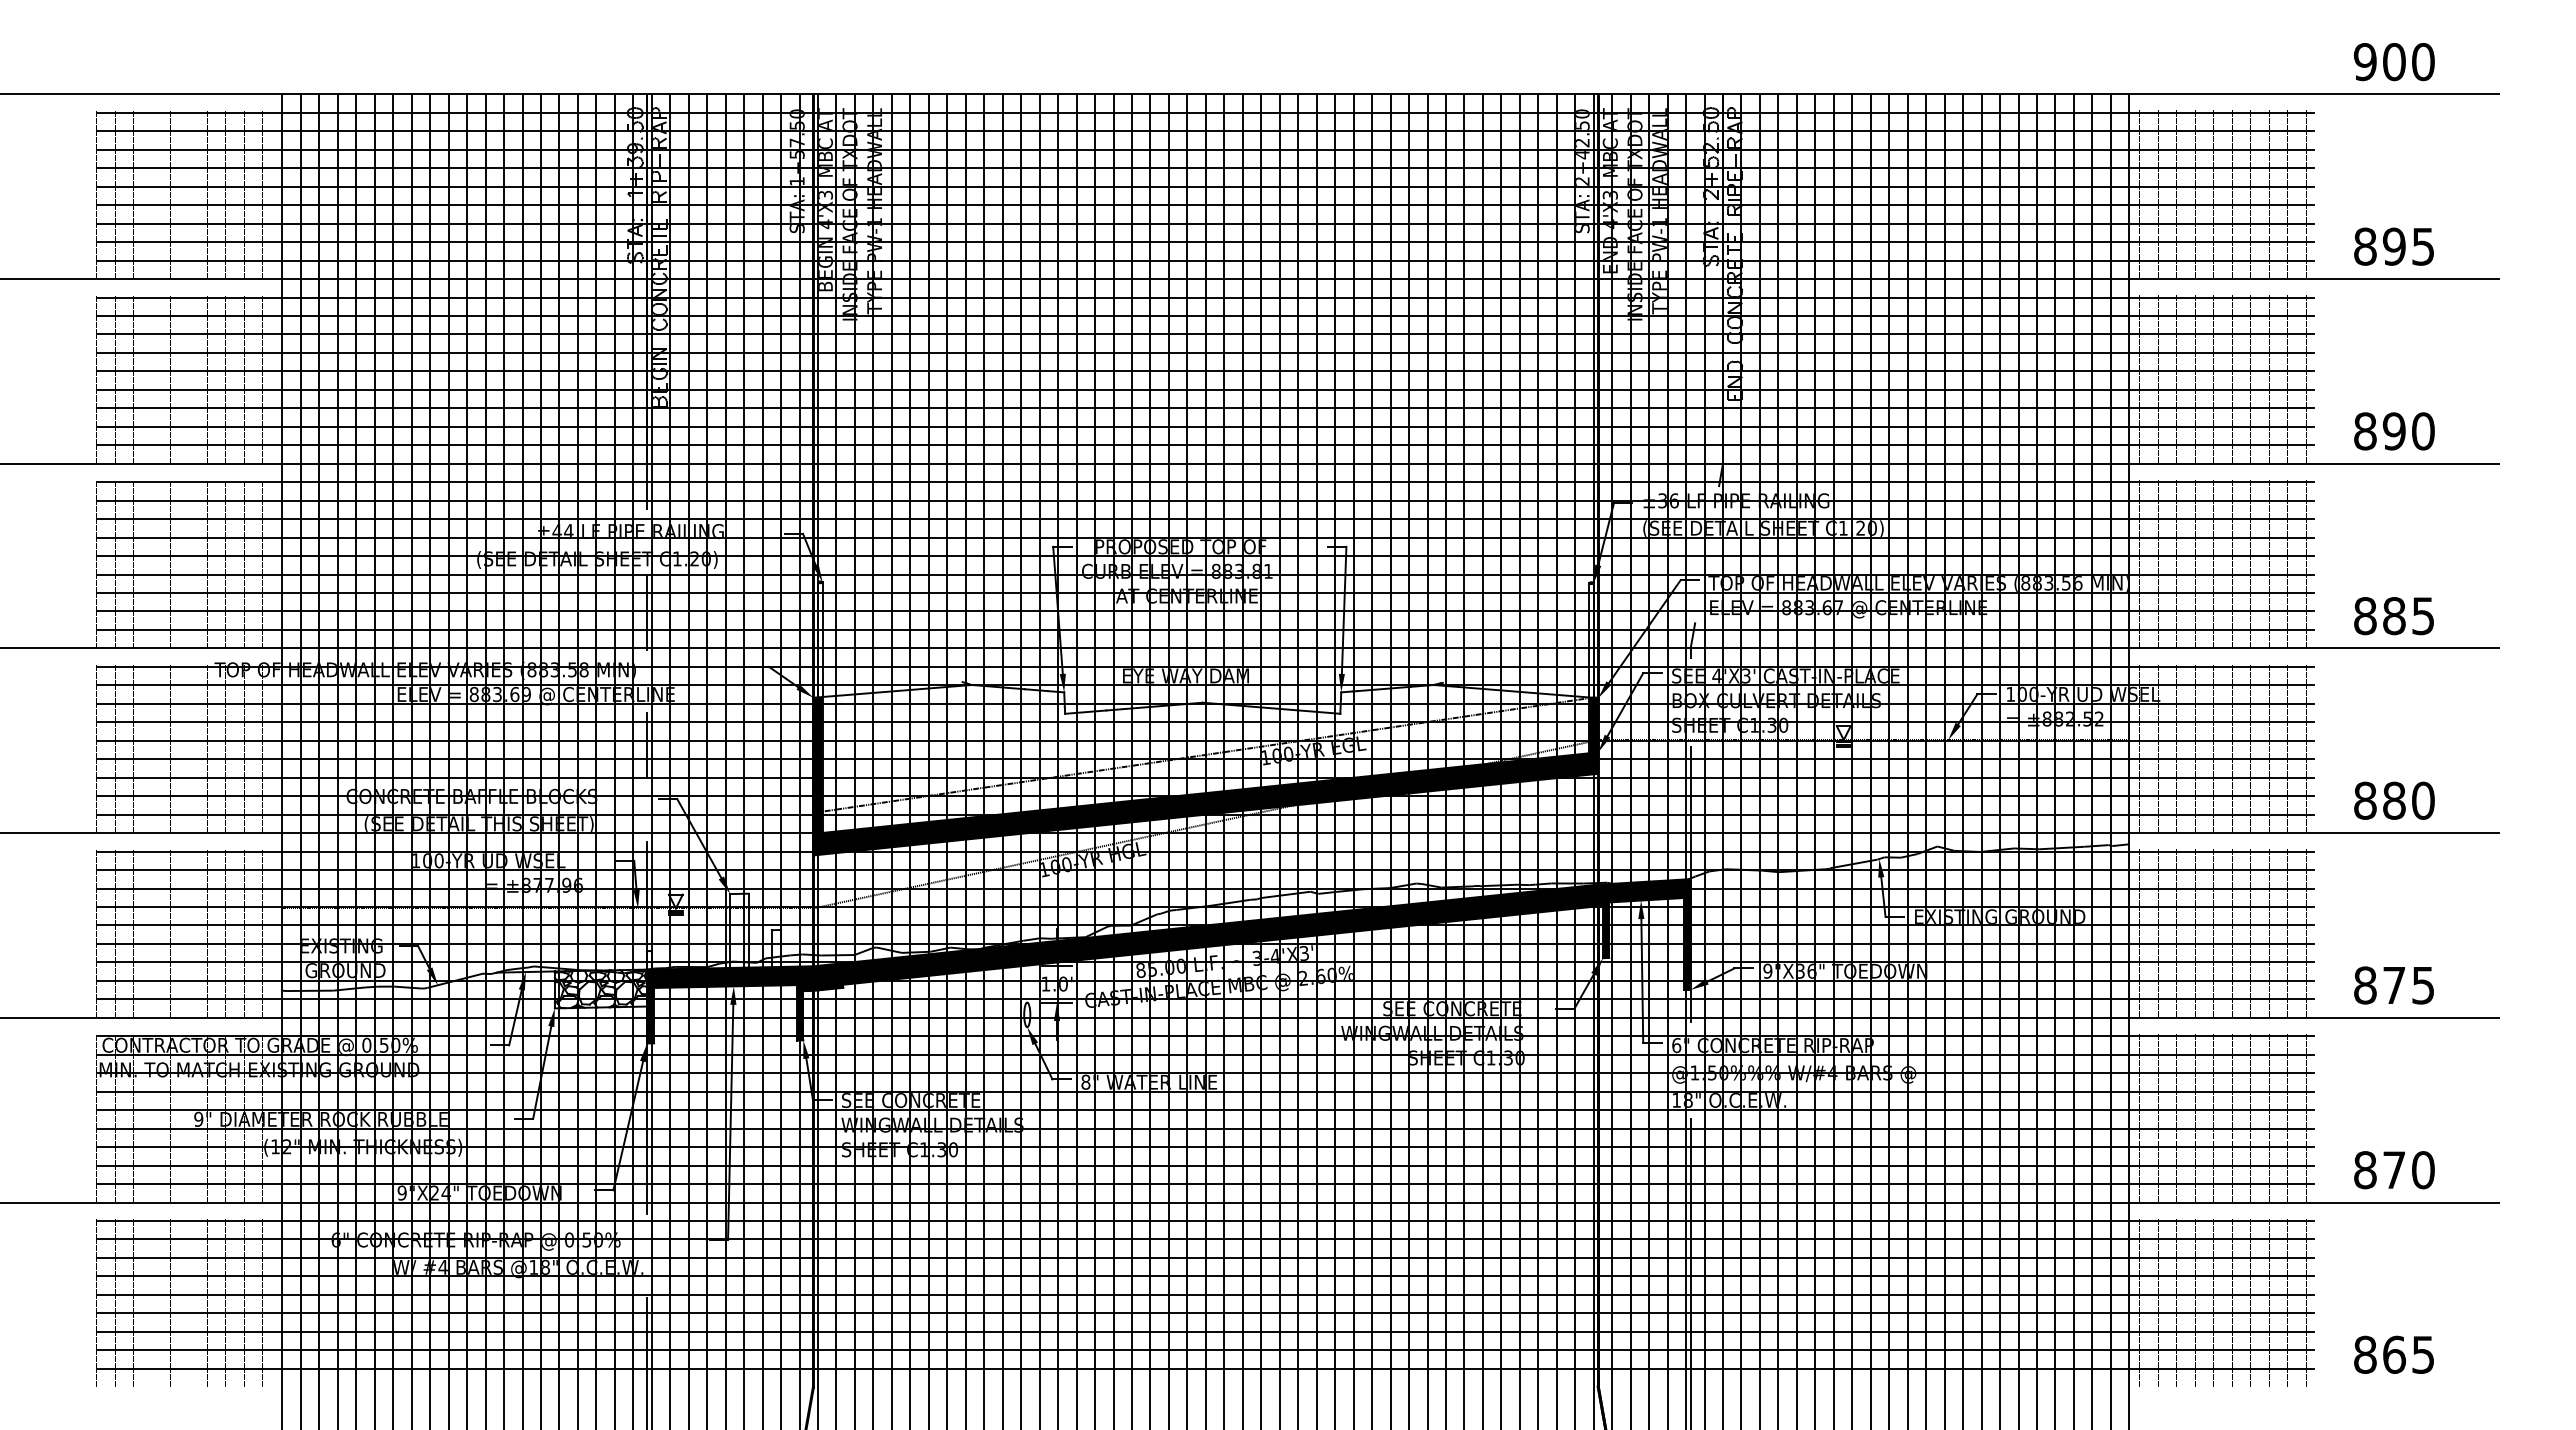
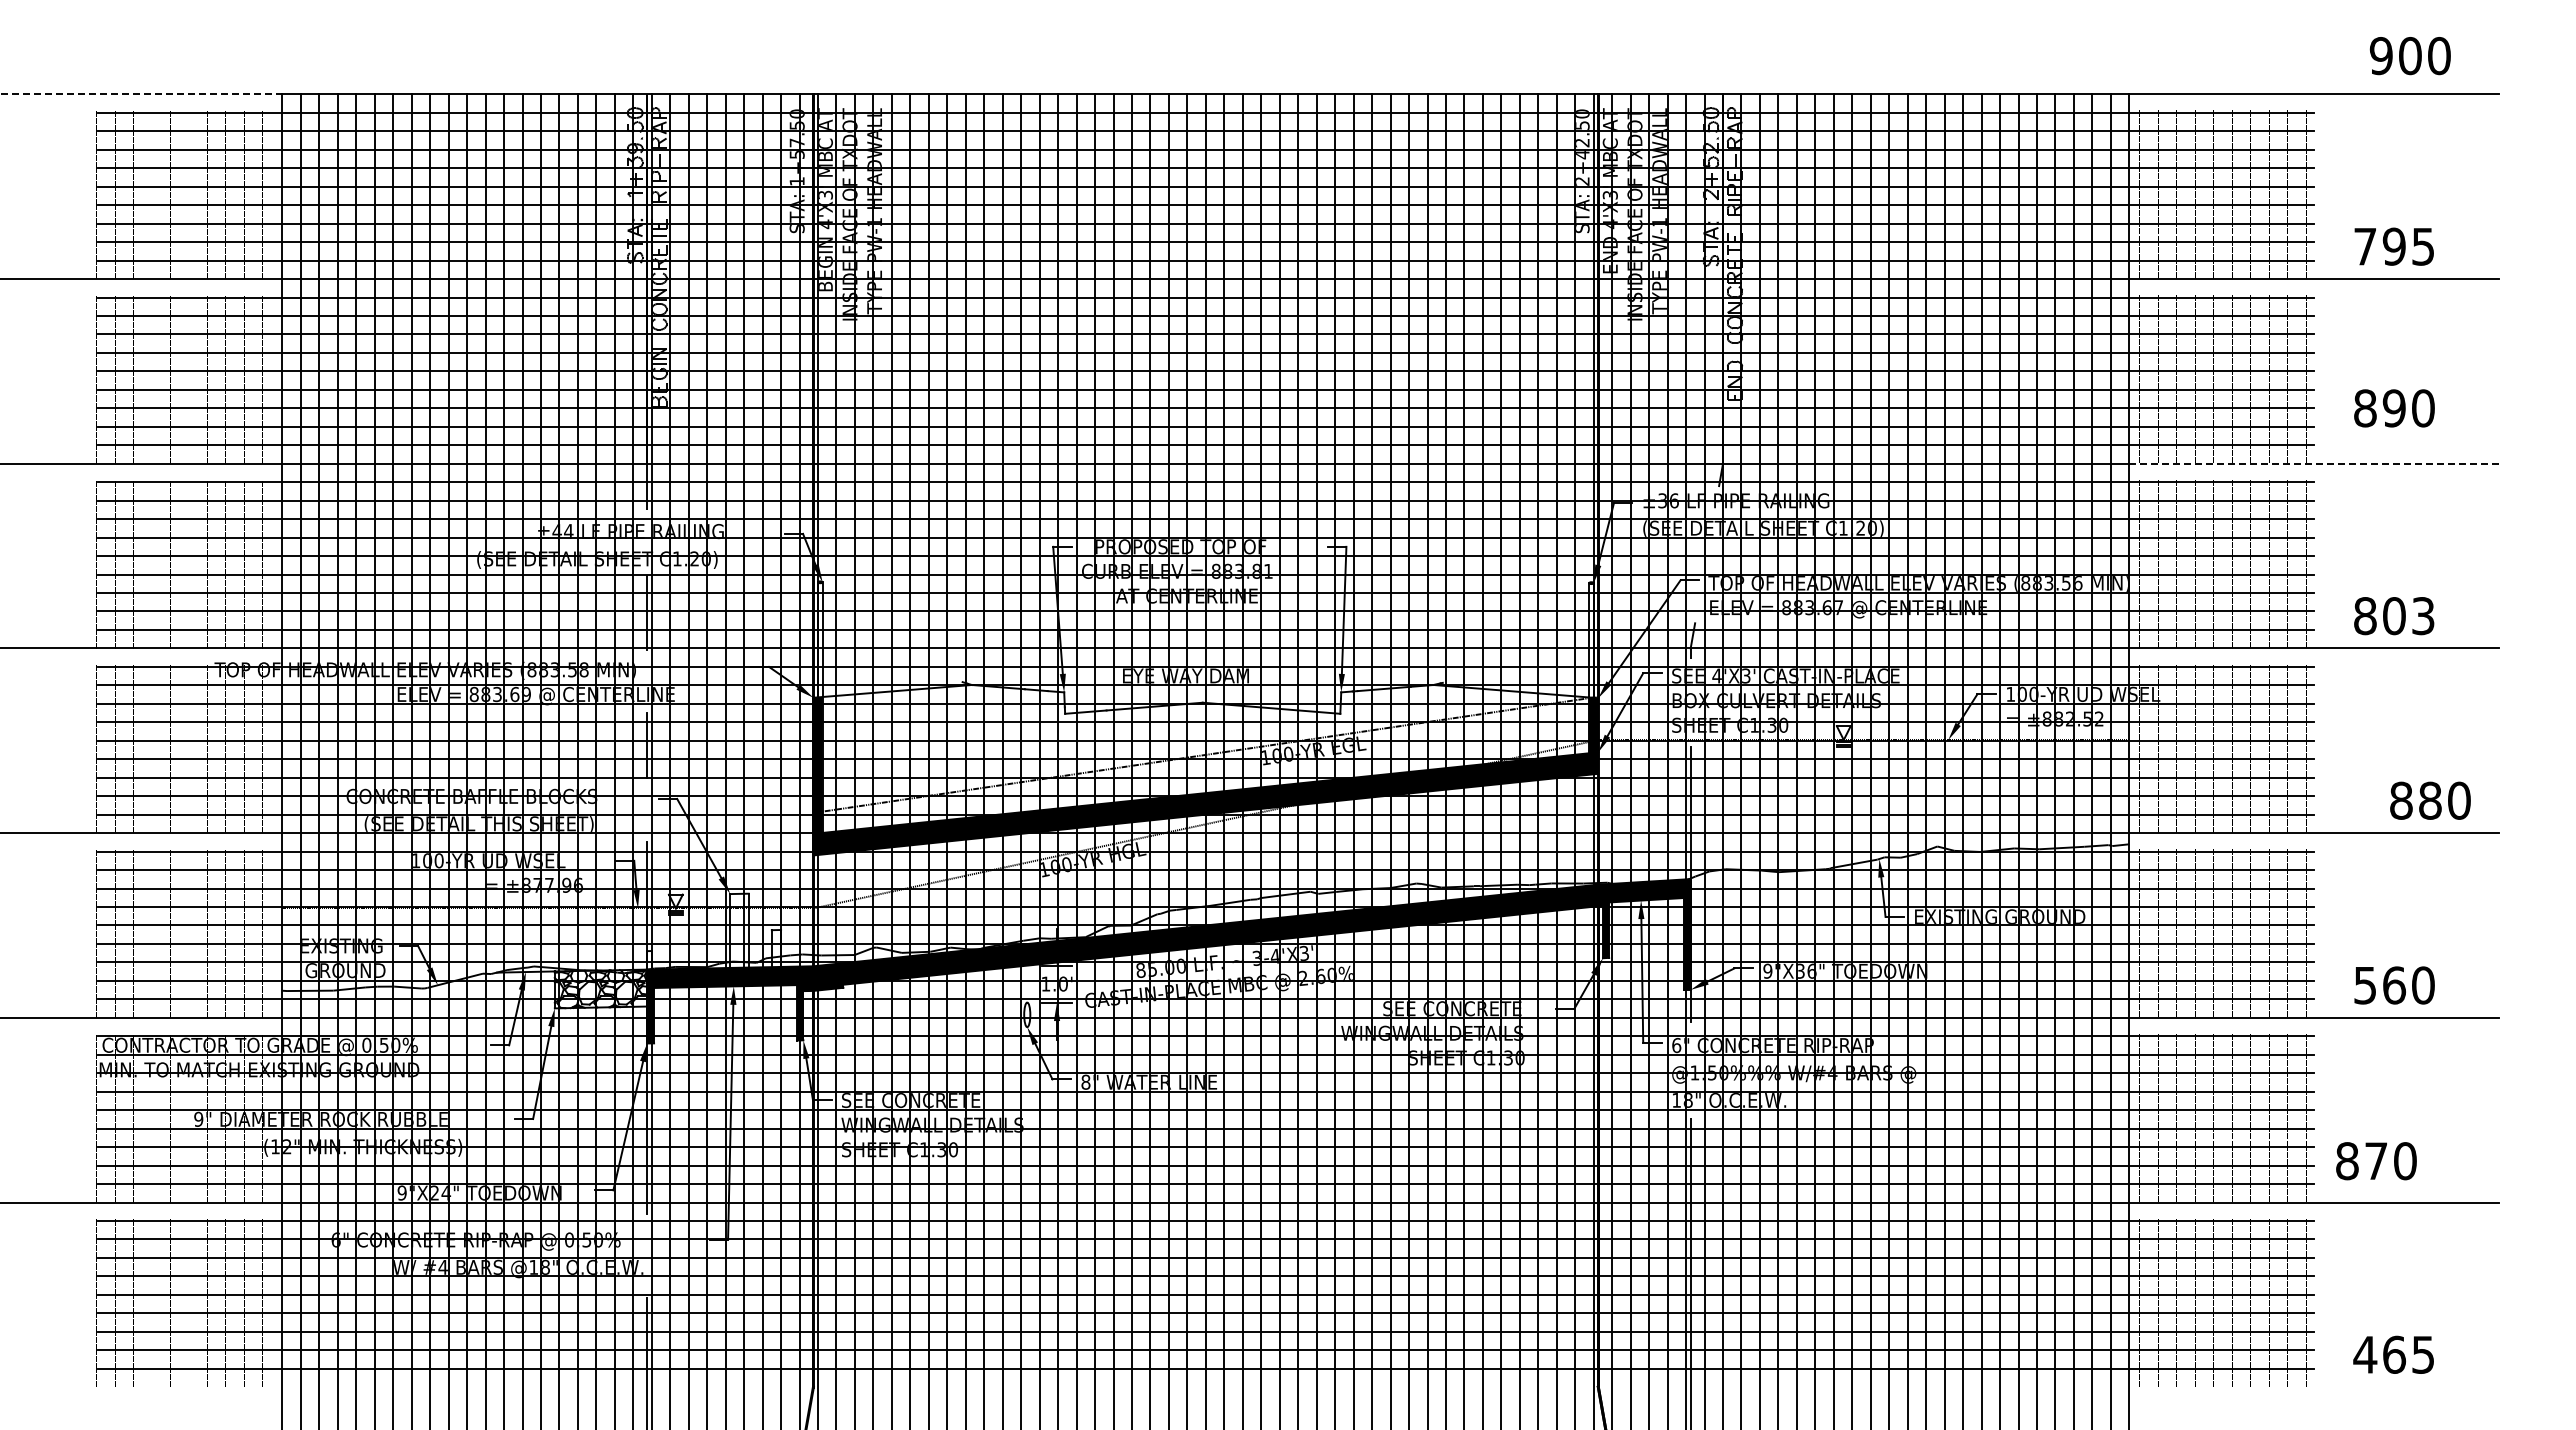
text at (2393, 62) position: (2393, 62) -> (2409, 56)
line at (141, 94): solid -> dashed
text at (2365, 246): 895 -> 795
text at (2394, 431) position: (2394, 431) -> (2394, 408)
line at (2314, 463): solid -> dashed
text at (2408, 615): 885 -> 803
text at (2394, 800) position: (2394, 800) -> (2430, 800)
text at (2394, 985): 875 -> 560
text at (2394, 1170) position: (2394, 1170) -> (2376, 1161)
text at (2365, 1354): 865 -> 465
